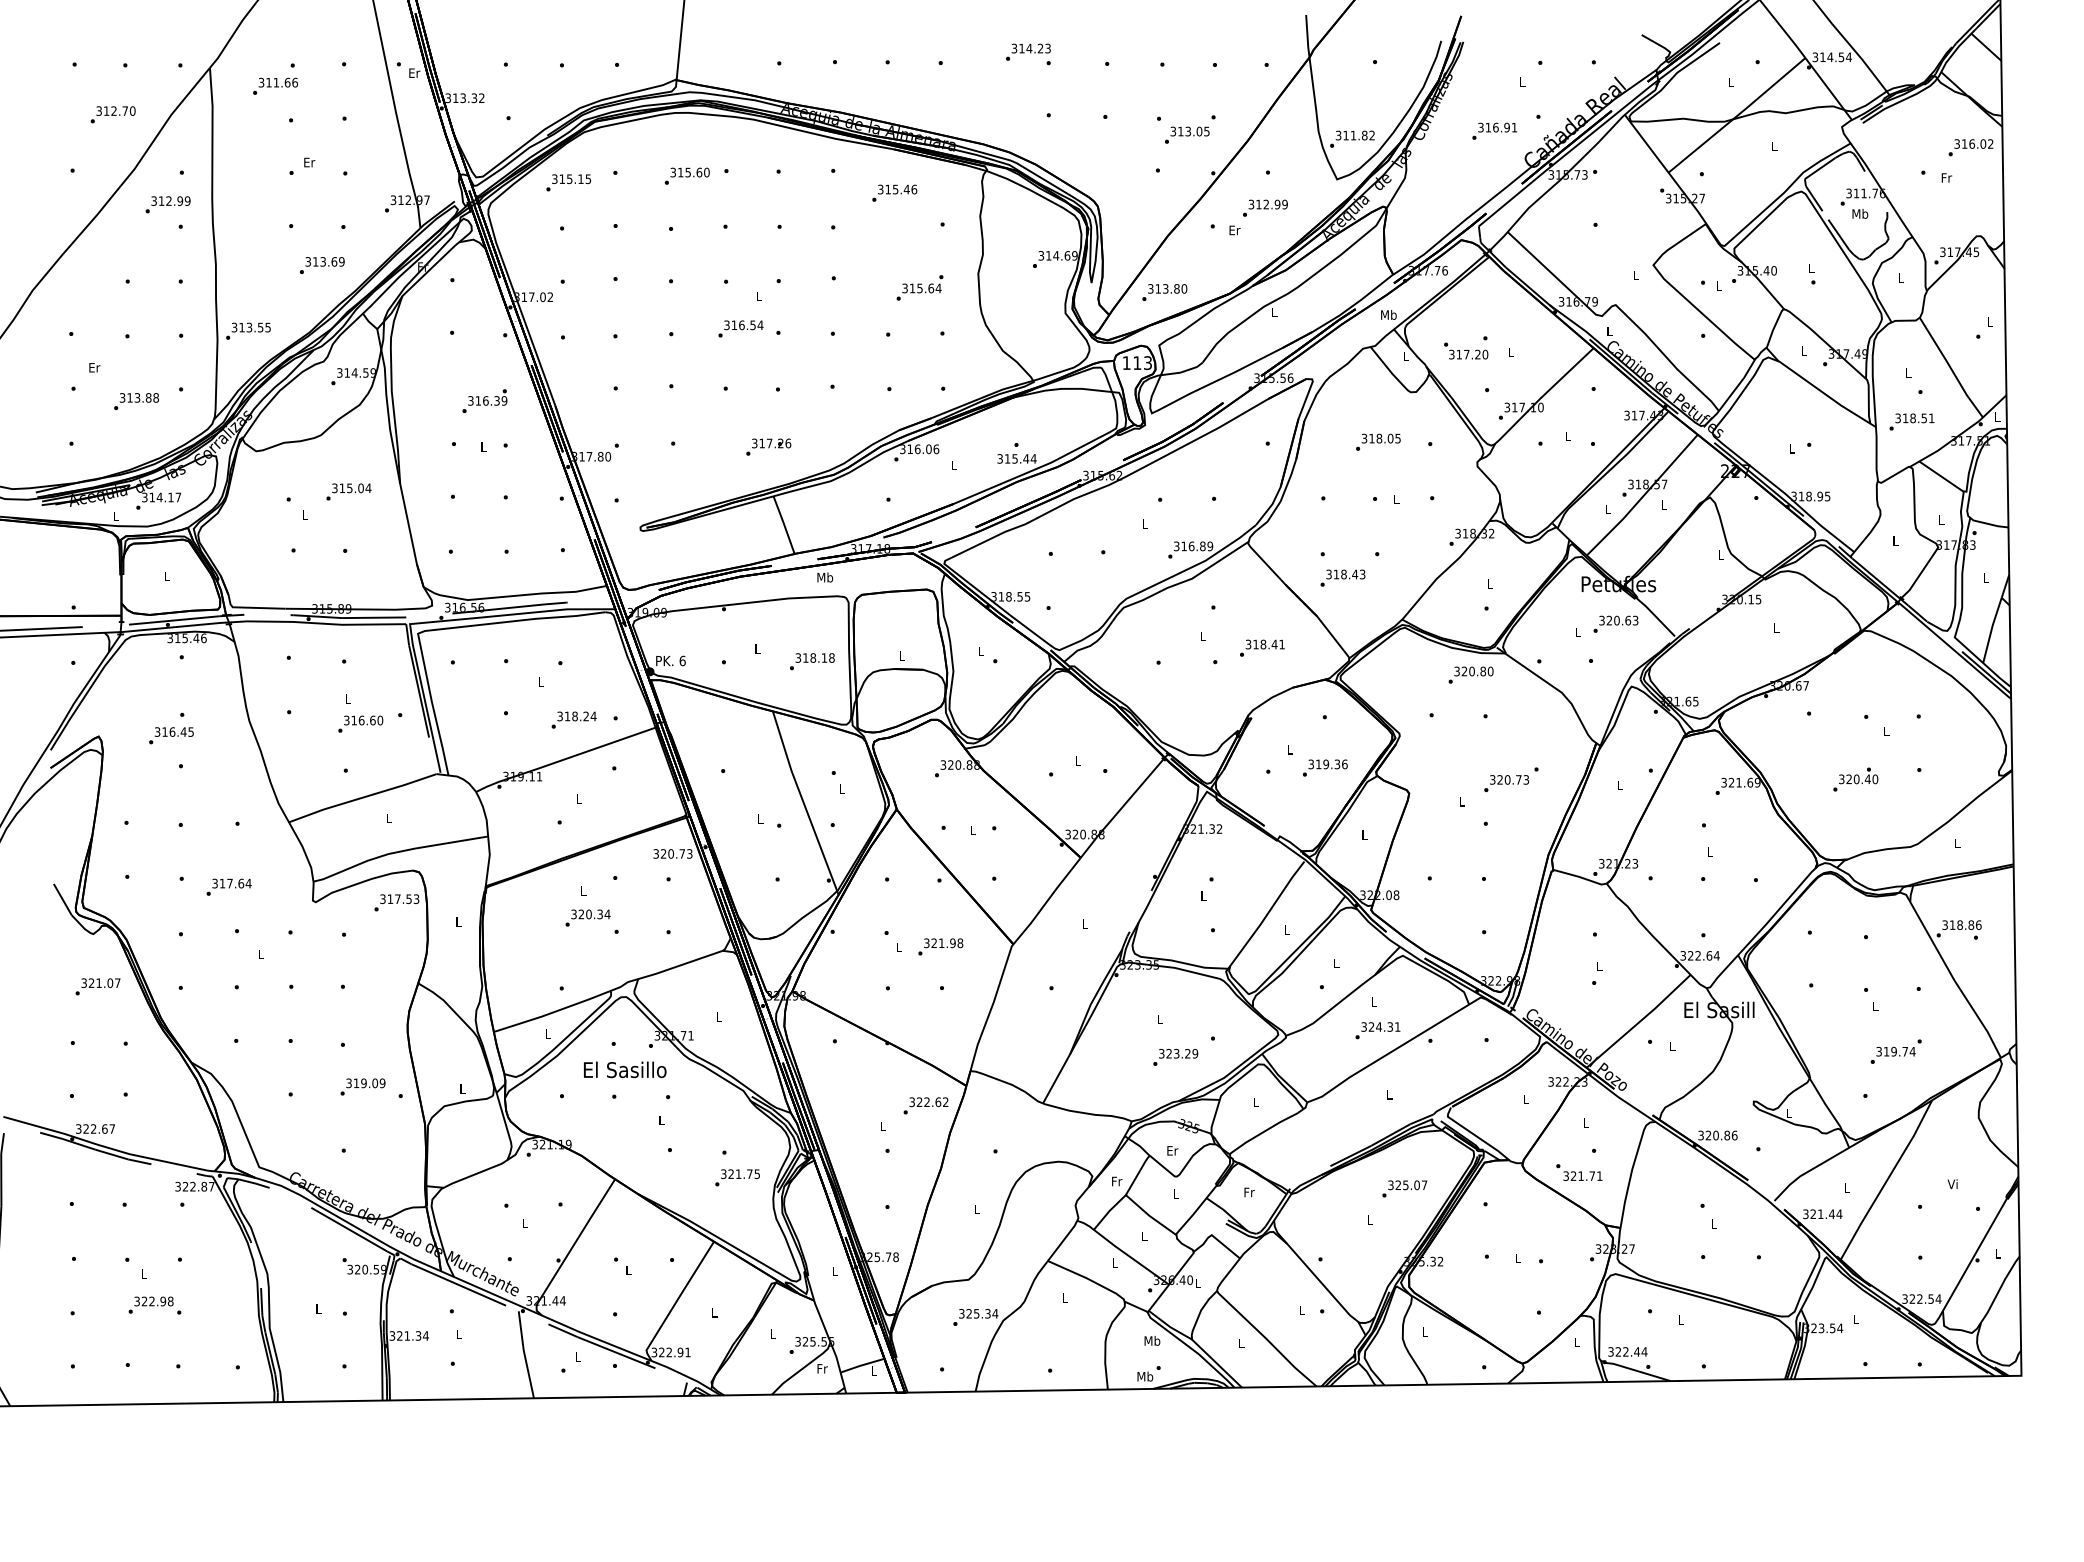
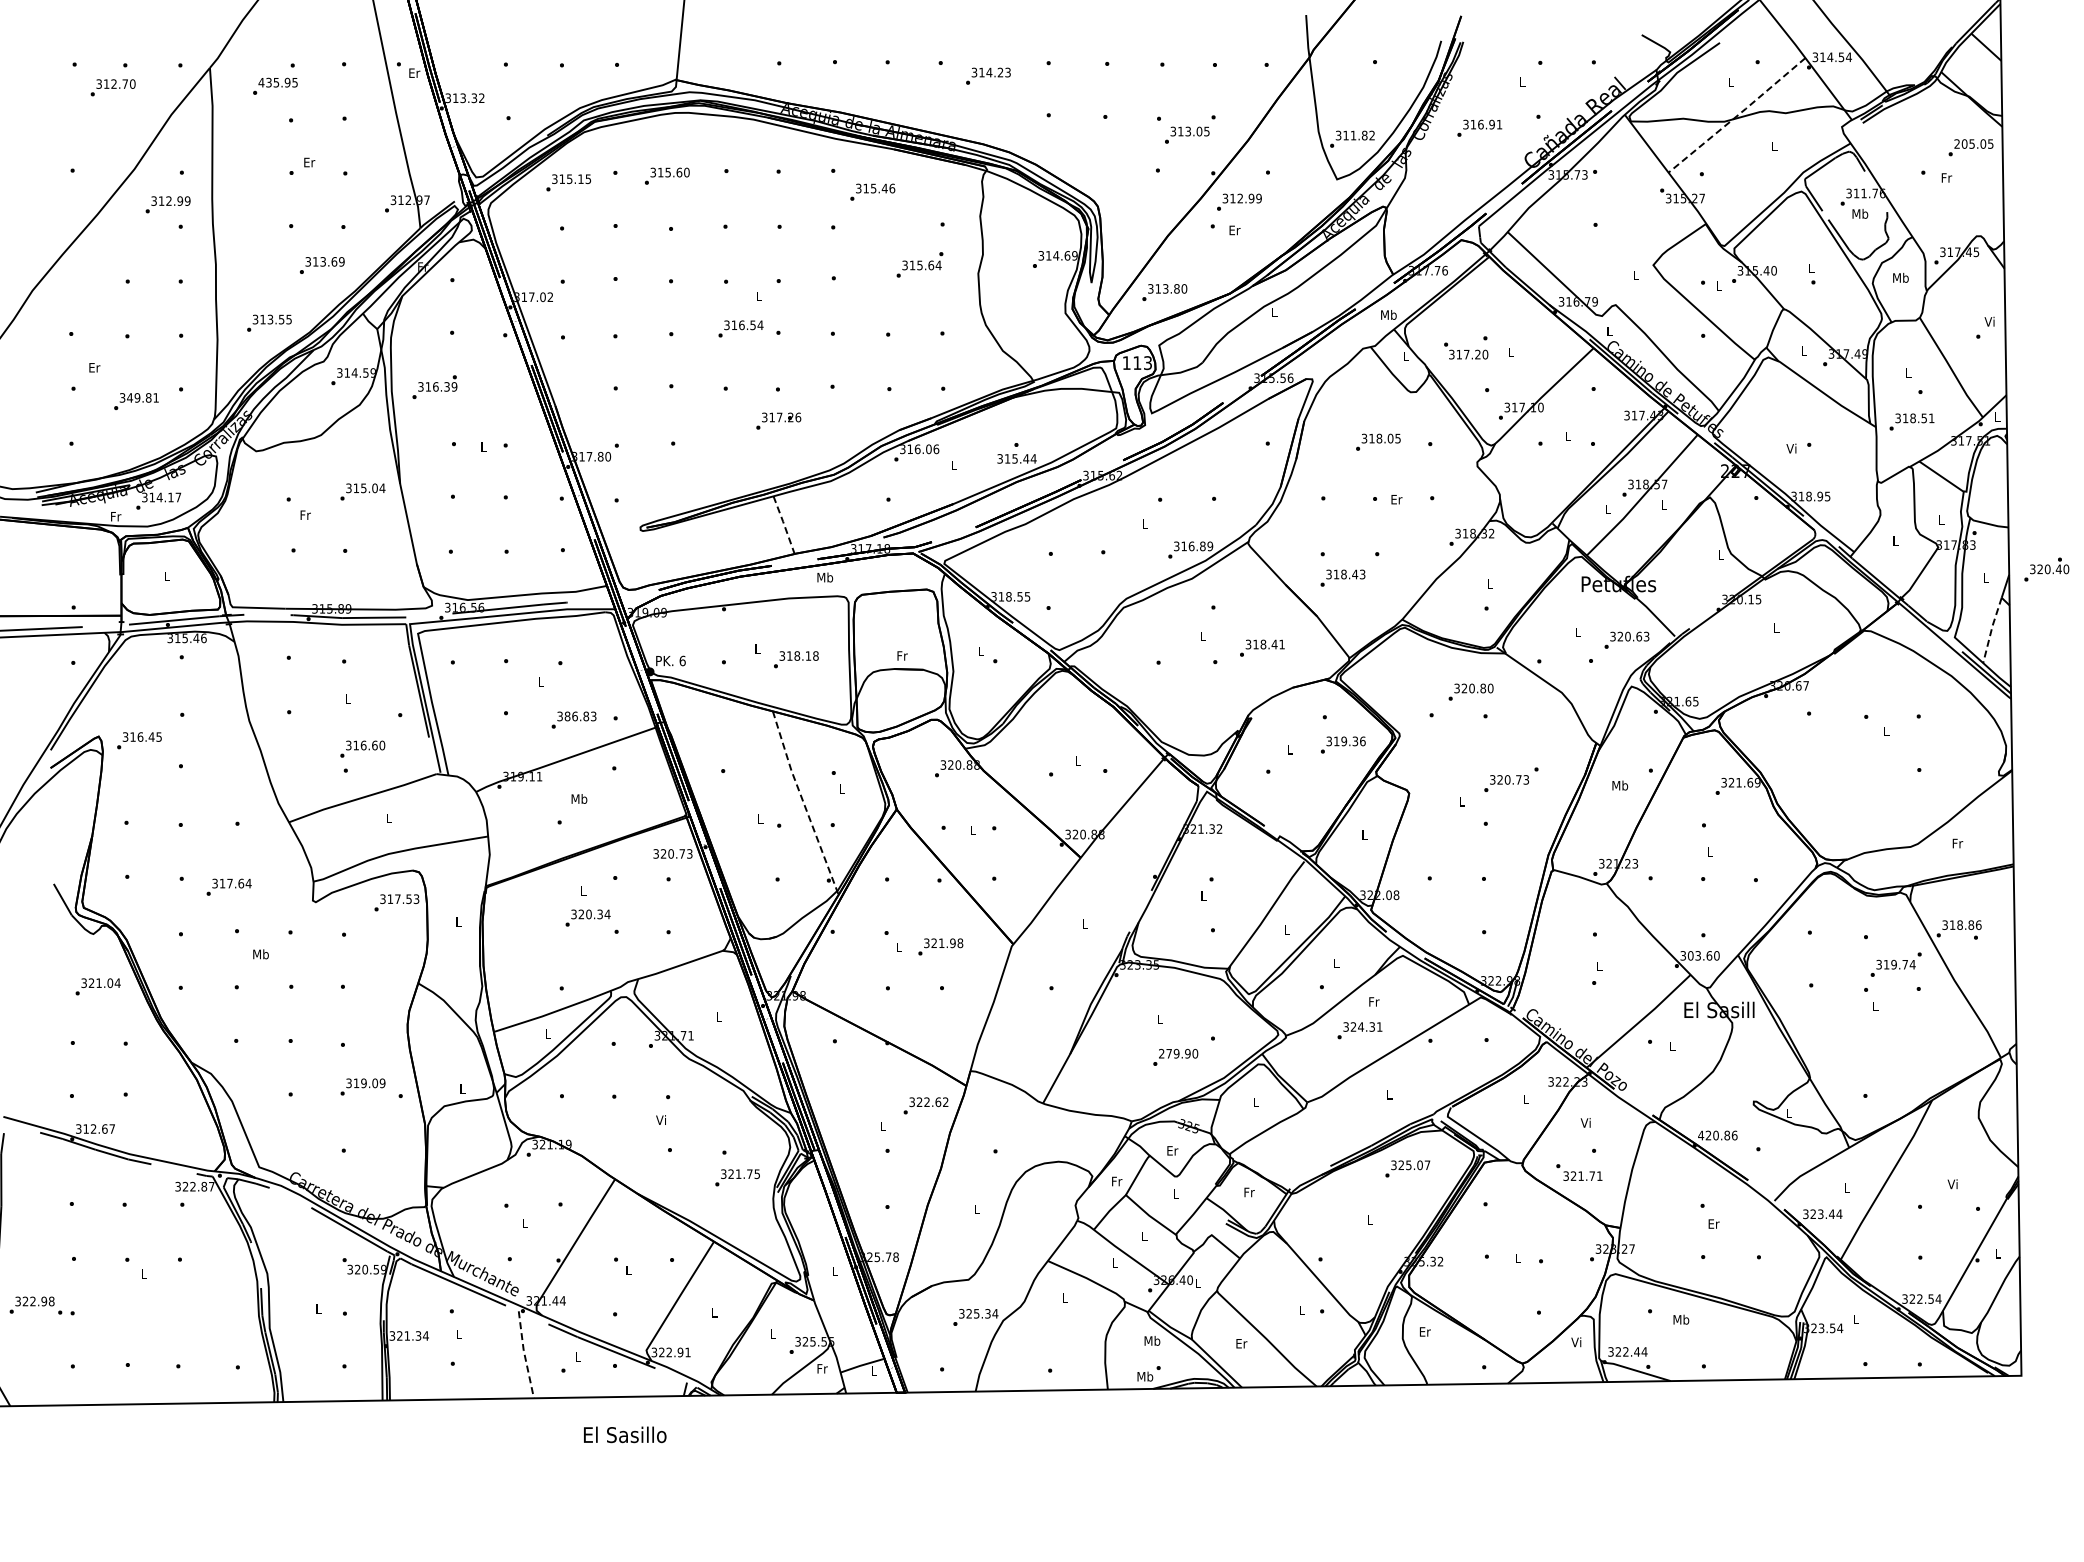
text at (1028, 51) position: (1028, 51) -> (988, 75)
text at (278, 82): 311.66 -> 435.95
text at (112, 114) position: (112, 114) -> (112, 87)
line at (1737, 115): solid -> dashed
text at (1494, 130) position: (1494, 130) -> (1479, 127)
text at (1973, 143): 316.02 -> 205.05
text at (687, 175) position: (687, 175) -> (667, 175)
text at (894, 192) position: (894, 192) -> (872, 191)
text at (1265, 207) position: (1265, 207) -> (1239, 201)
text at (1900, 277): L -> Mb
text at (919, 287) position: (919, 287) -> (919, 264)
text at (1989, 321): L -> Vi
text at (248, 330) position: (248, 330) -> (269, 322)
text at (142, 397): 313.88 -> 349.81
text at (484, 401) position: (484, 401) -> (434, 387)
text at (768, 446) position: (768, 446) -> (778, 420)
text at (1791, 448): L -> Vi
text at (348, 491) position: (348, 491) -> (362, 491)
text at (1396, 499): L -> Er
text at (305, 514): L -> Fr
text at (116, 516): L -> Fr
line at (784, 524): solid -> dashed
text at (1615, 623) position: (1615, 623) -> (1626, 639)
line at (1991, 629): solid -> dashed
text at (902, 655): L -> Fr
text at (812, 661) position: (812, 661) -> (796, 659)
text at (1470, 674) position: (1470, 674) -> (1470, 691)
text at (580, 716): 318.24 -> 386.83
text at (360, 723) position: (360, 723) -> (362, 748)
text at (171, 735) position: (171, 735) -> (139, 740)
text at (1324, 767) position: (1324, 767) -> (1342, 744)
text at (1855, 779) position: (1855, 779) -> (2046, 569)
text at (1620, 785): L -> Mb
text at (579, 798): L -> Mb
line at (803, 803): solid -> dashed
text at (1957, 843): L -> Fr
text at (260, 954): L -> Mb
text at (1703, 955): 322.64 -> 303.60
text at (117, 982): 321.07 -> 321.04
text at (1374, 1001): L -> Fr
text at (1377, 1030) position: (1377, 1030) -> (1359, 1030)
text at (1895, 1051) position: (1895, 1051) -> (1895, 964)
text at (1178, 1053): 323.29 -> 279.90
text at (625, 1069) position: (625, 1069) -> (625, 1434)
text at (660, 1119): L -> Vi
text at (1585, 1122): L -> Vi
text at (85, 1128): 322.67 -> 312.67
text at (1701, 1135): 320.86 -> 420.86
text at (1404, 1188) position: (1404, 1188) -> (1407, 1168)
text at (1820, 1214): 321.44 -> 323.44
text at (1713, 1223): L -> Er
text at (154, 1305) position: (154, 1305) -> (35, 1305)
text at (1681, 1319): L -> Mb
text at (1424, 1331): L -> Er
text at (1576, 1342): L -> Vi
text at (1241, 1343): L -> Er
line at (524, 1355): solid -> dashed
